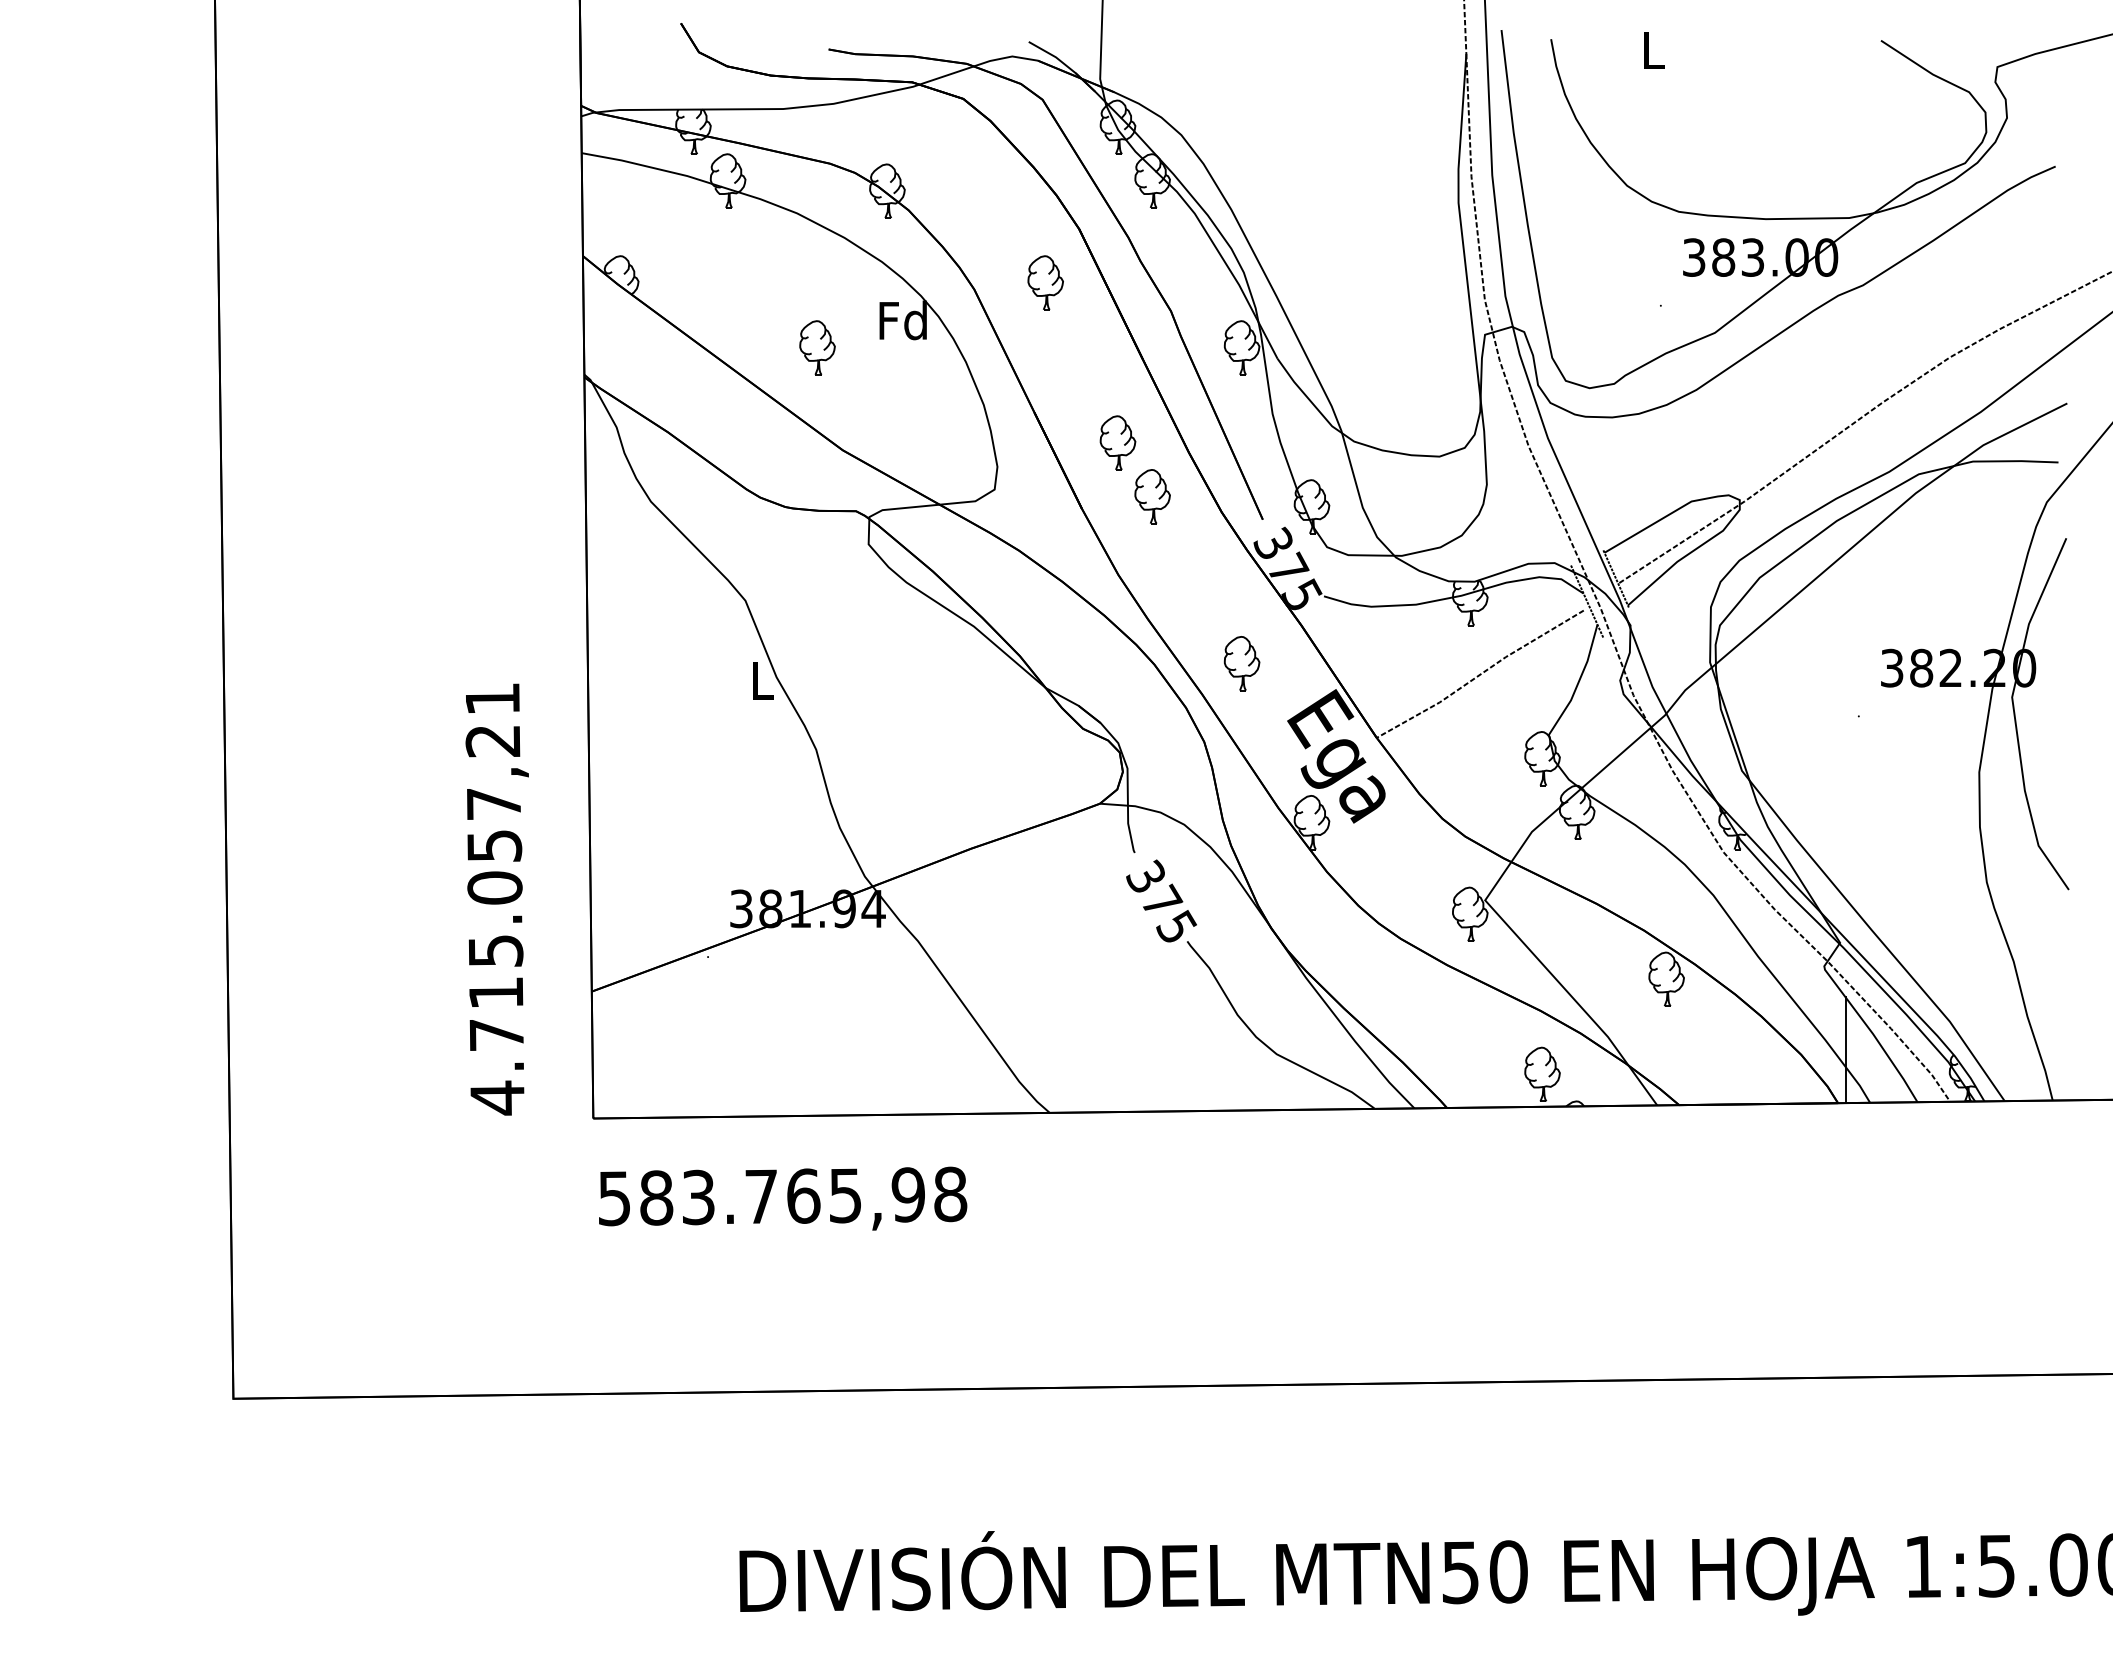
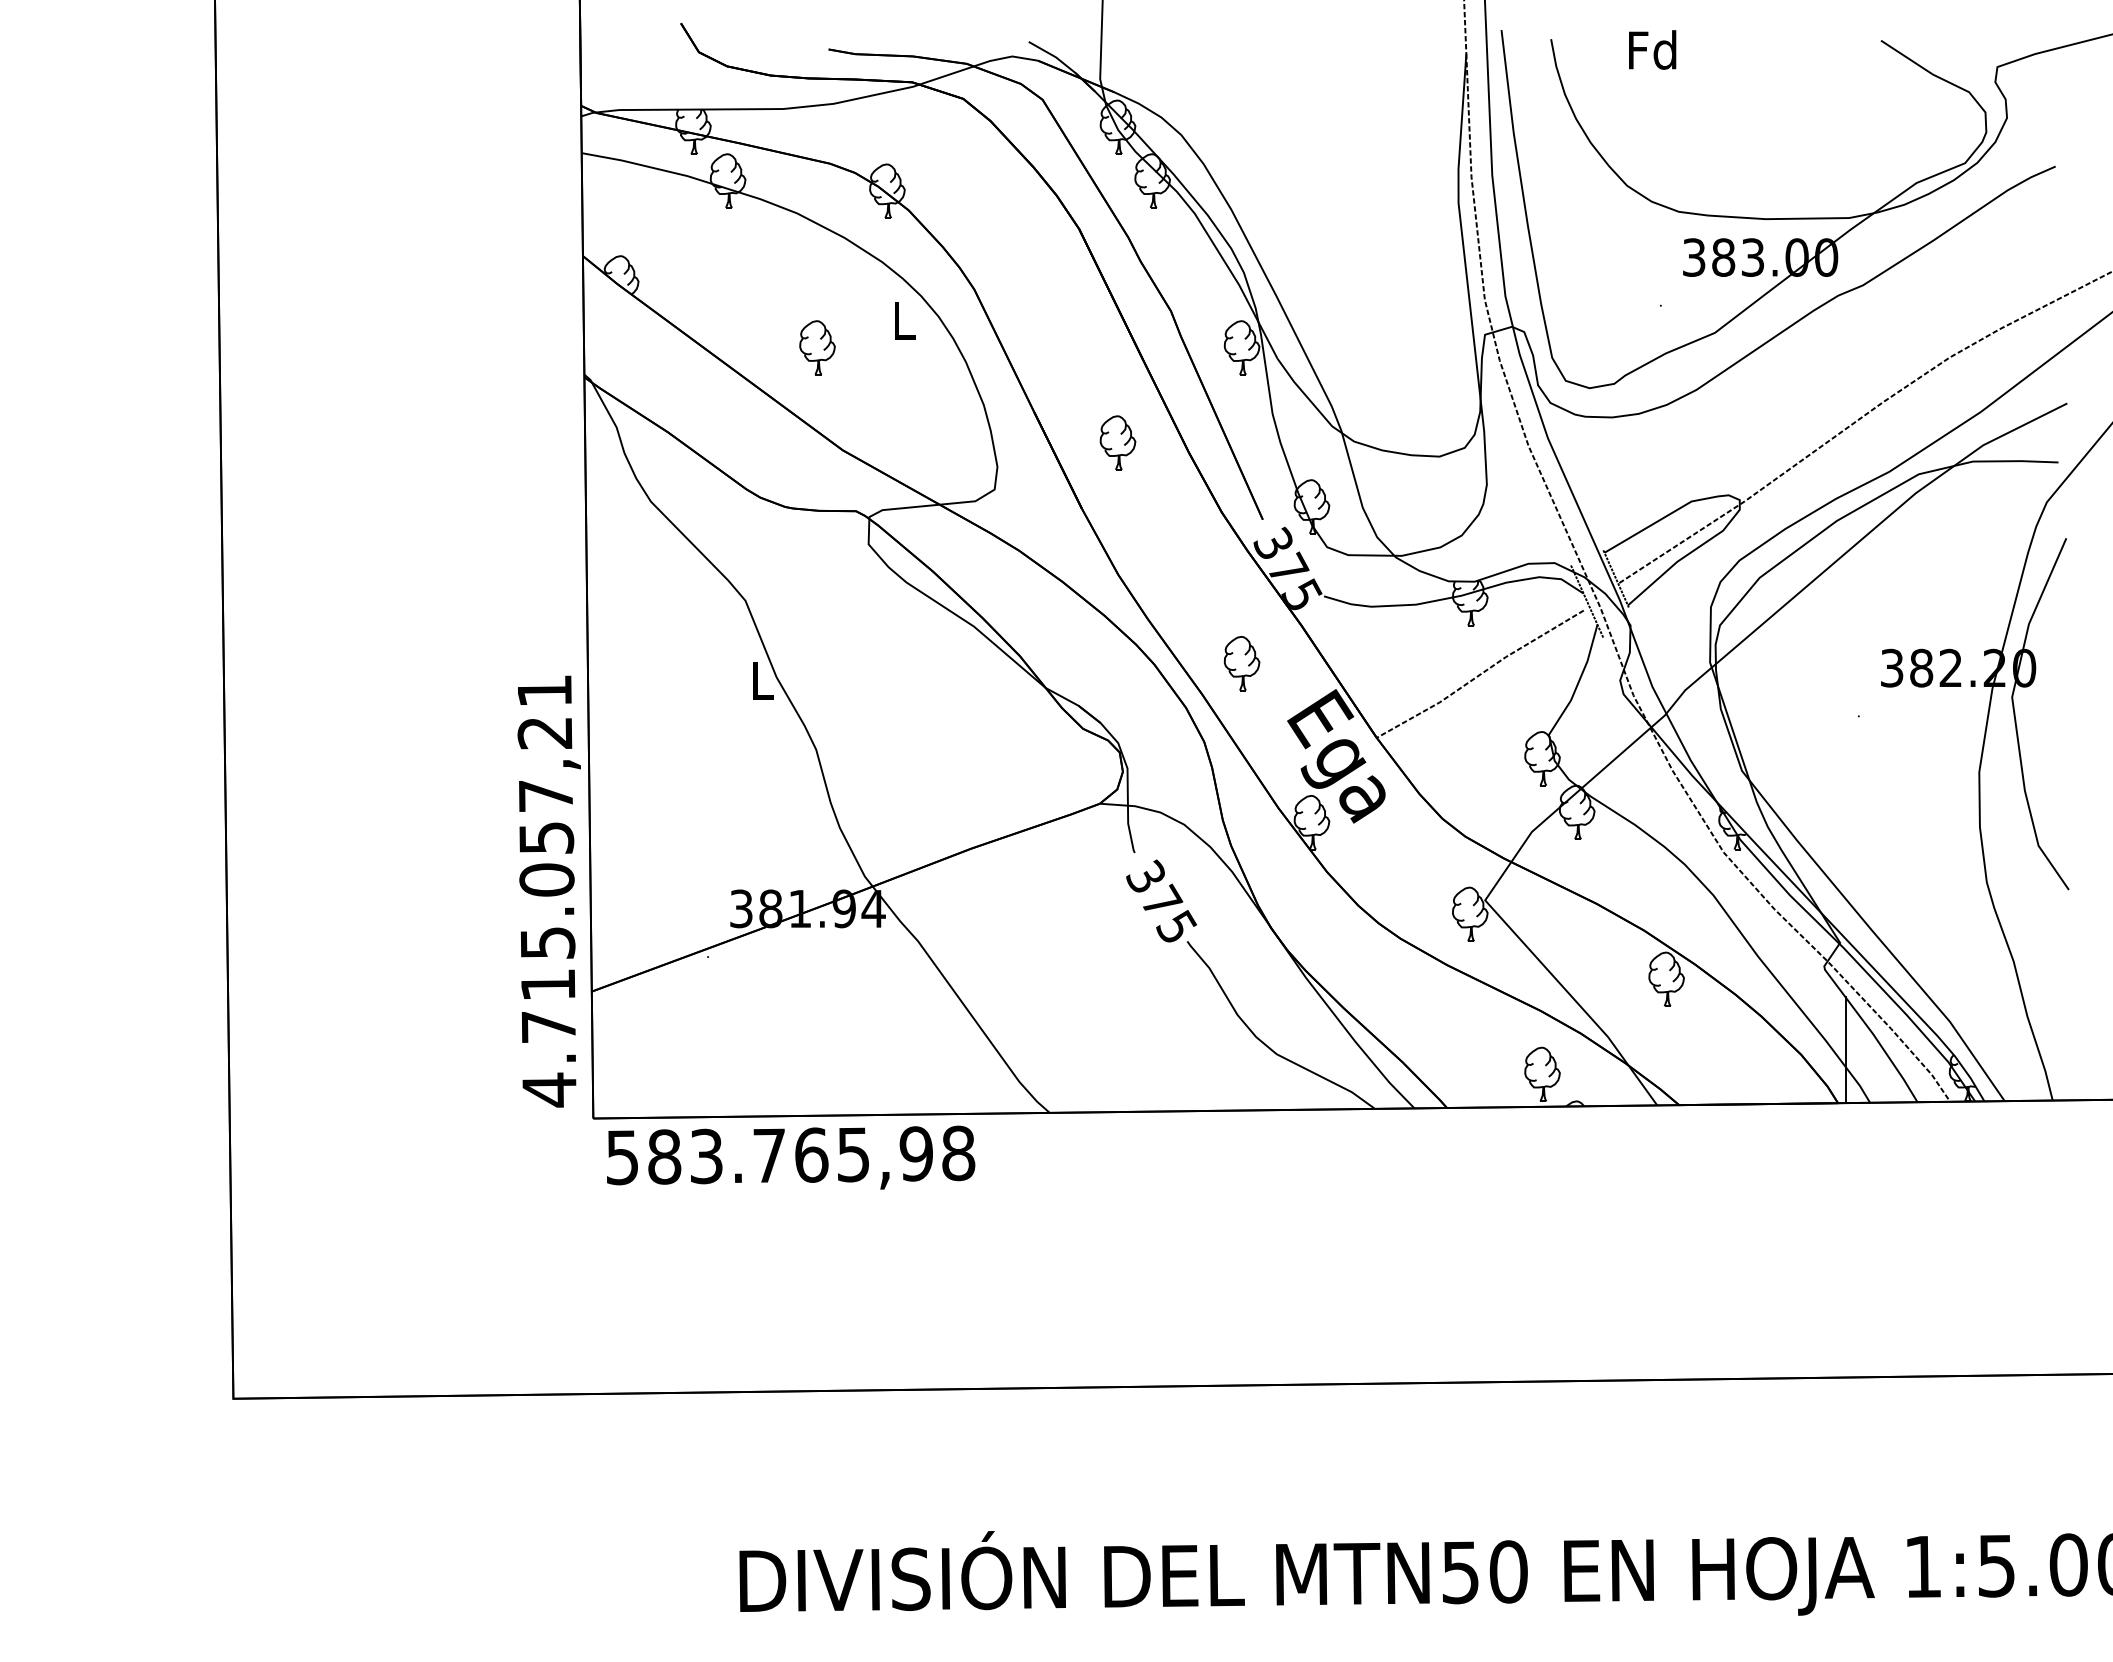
text at (1652, 49): L -> Fd
part at (1045, 282): present -> none
text at (902, 320): Fd -> L
part at (1152, 496): present -> none
text at (496, 899) position: (496, 899) -> (548, 891)
text at (783, 1198) position: (783, 1198) -> (791, 1157)
